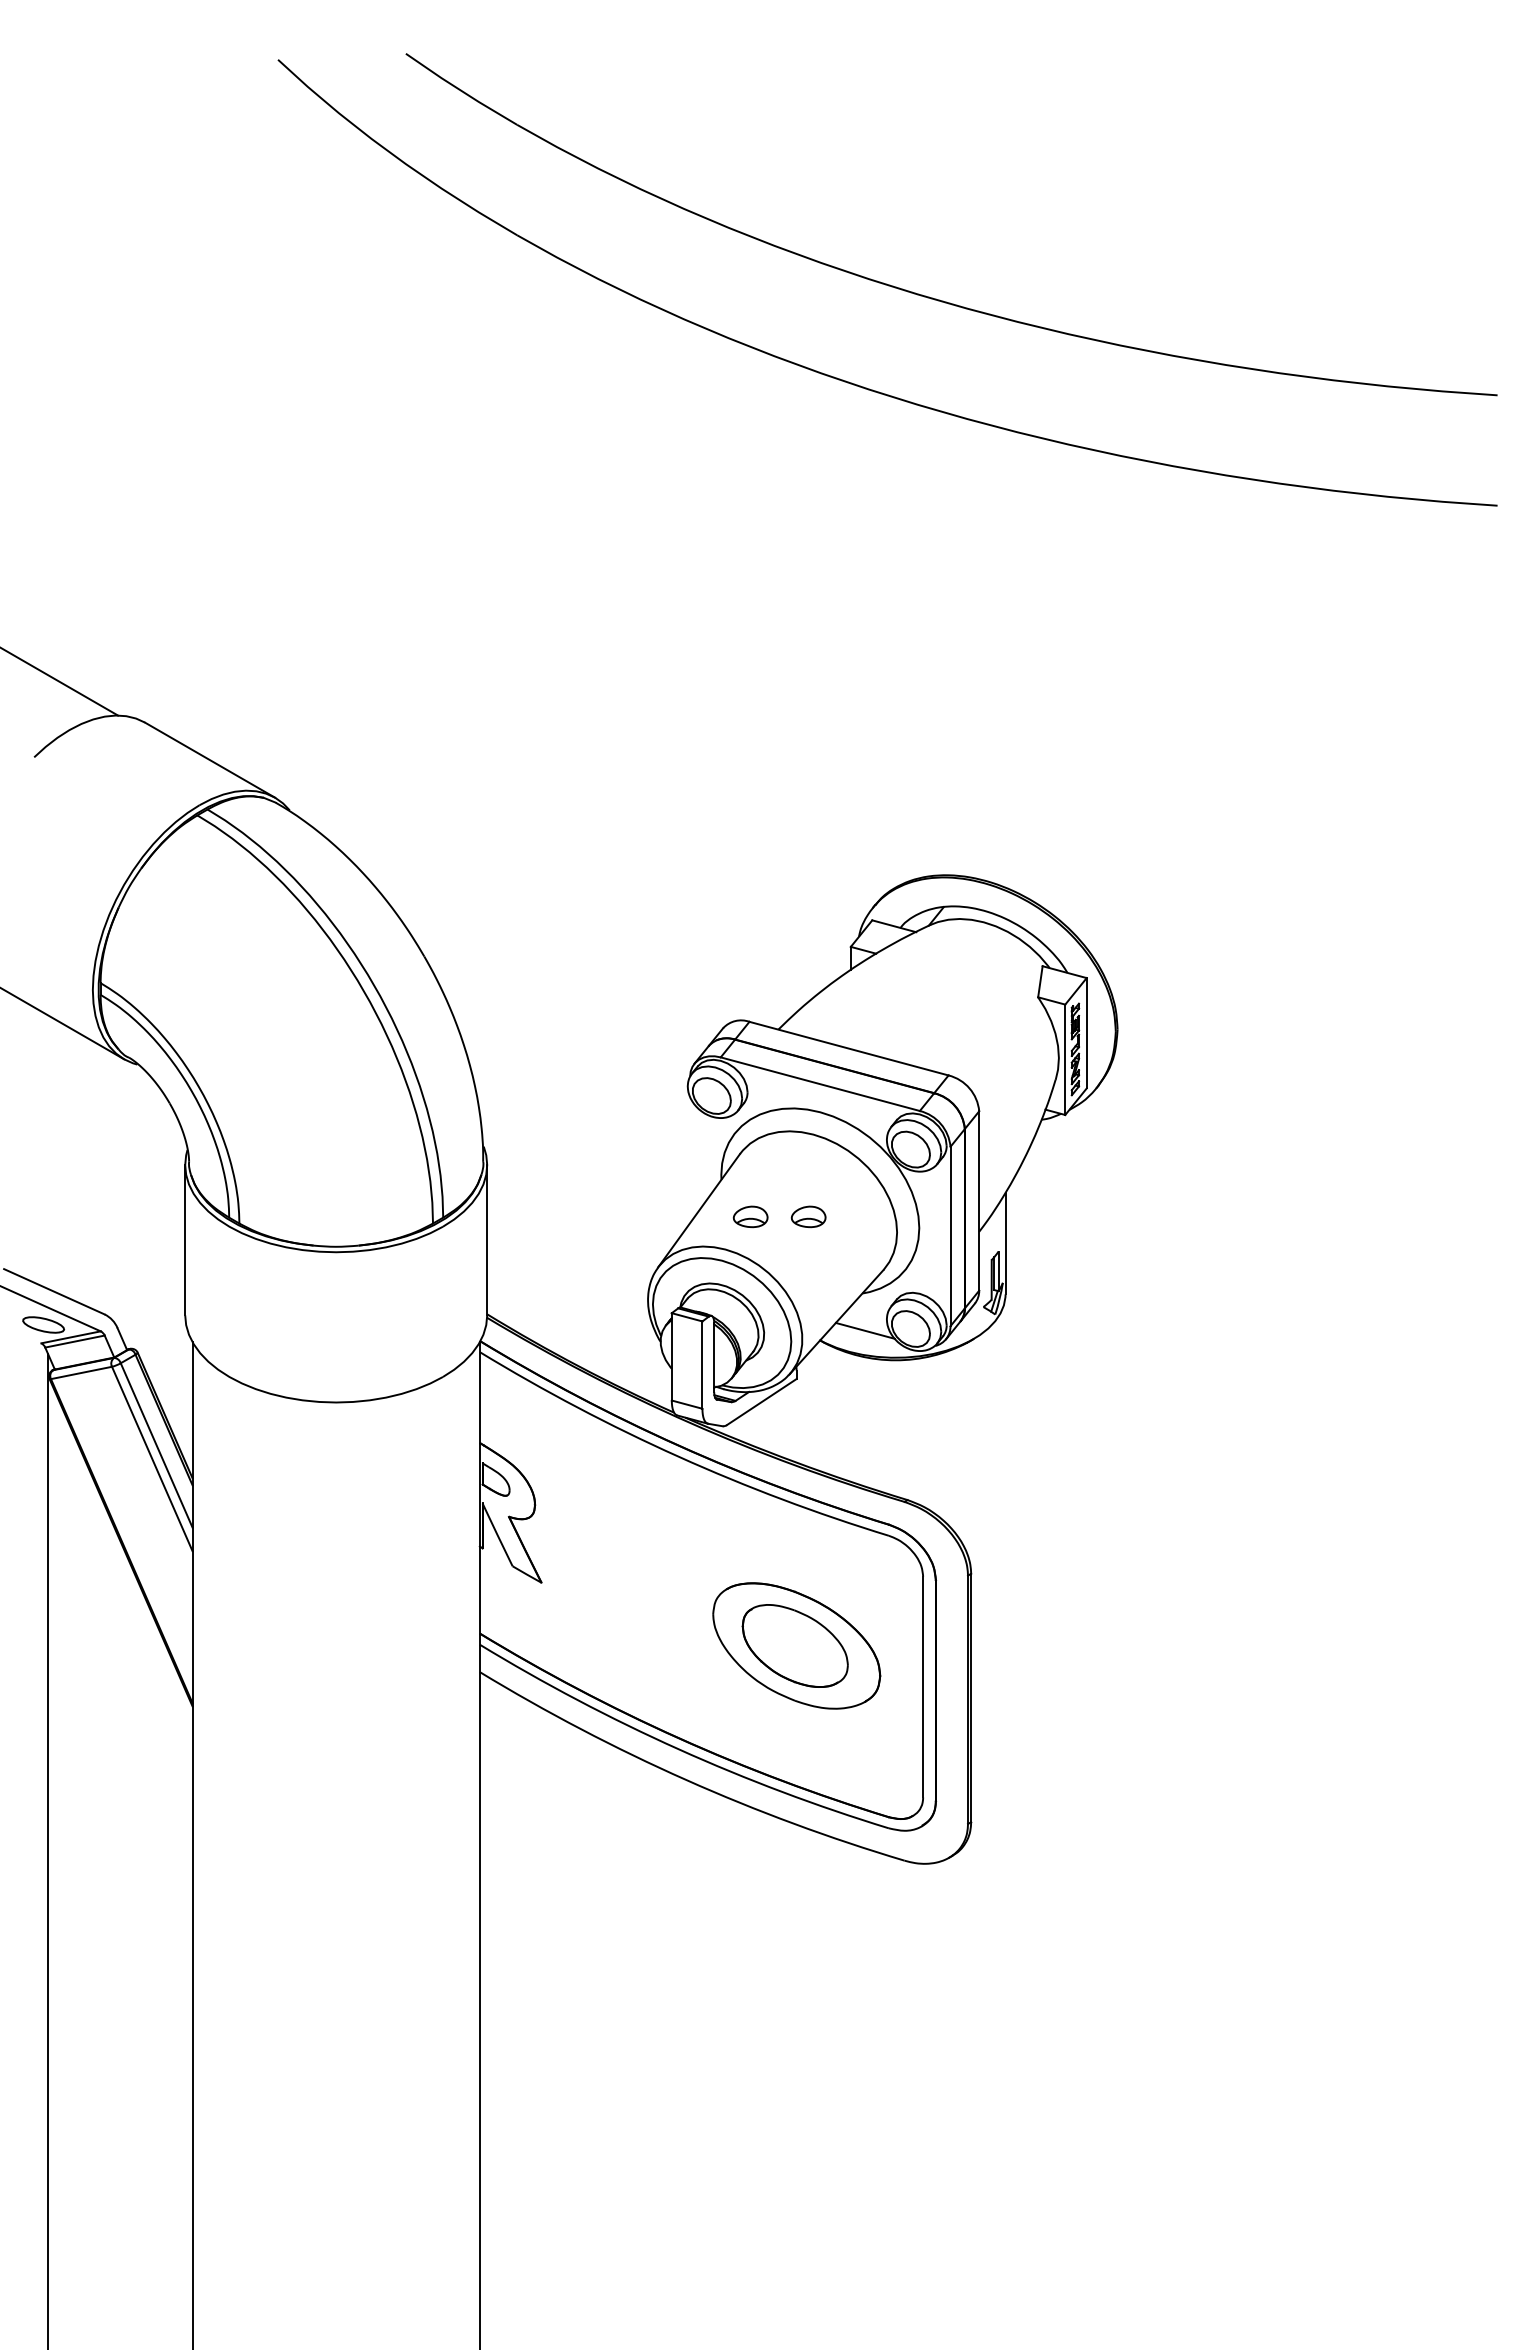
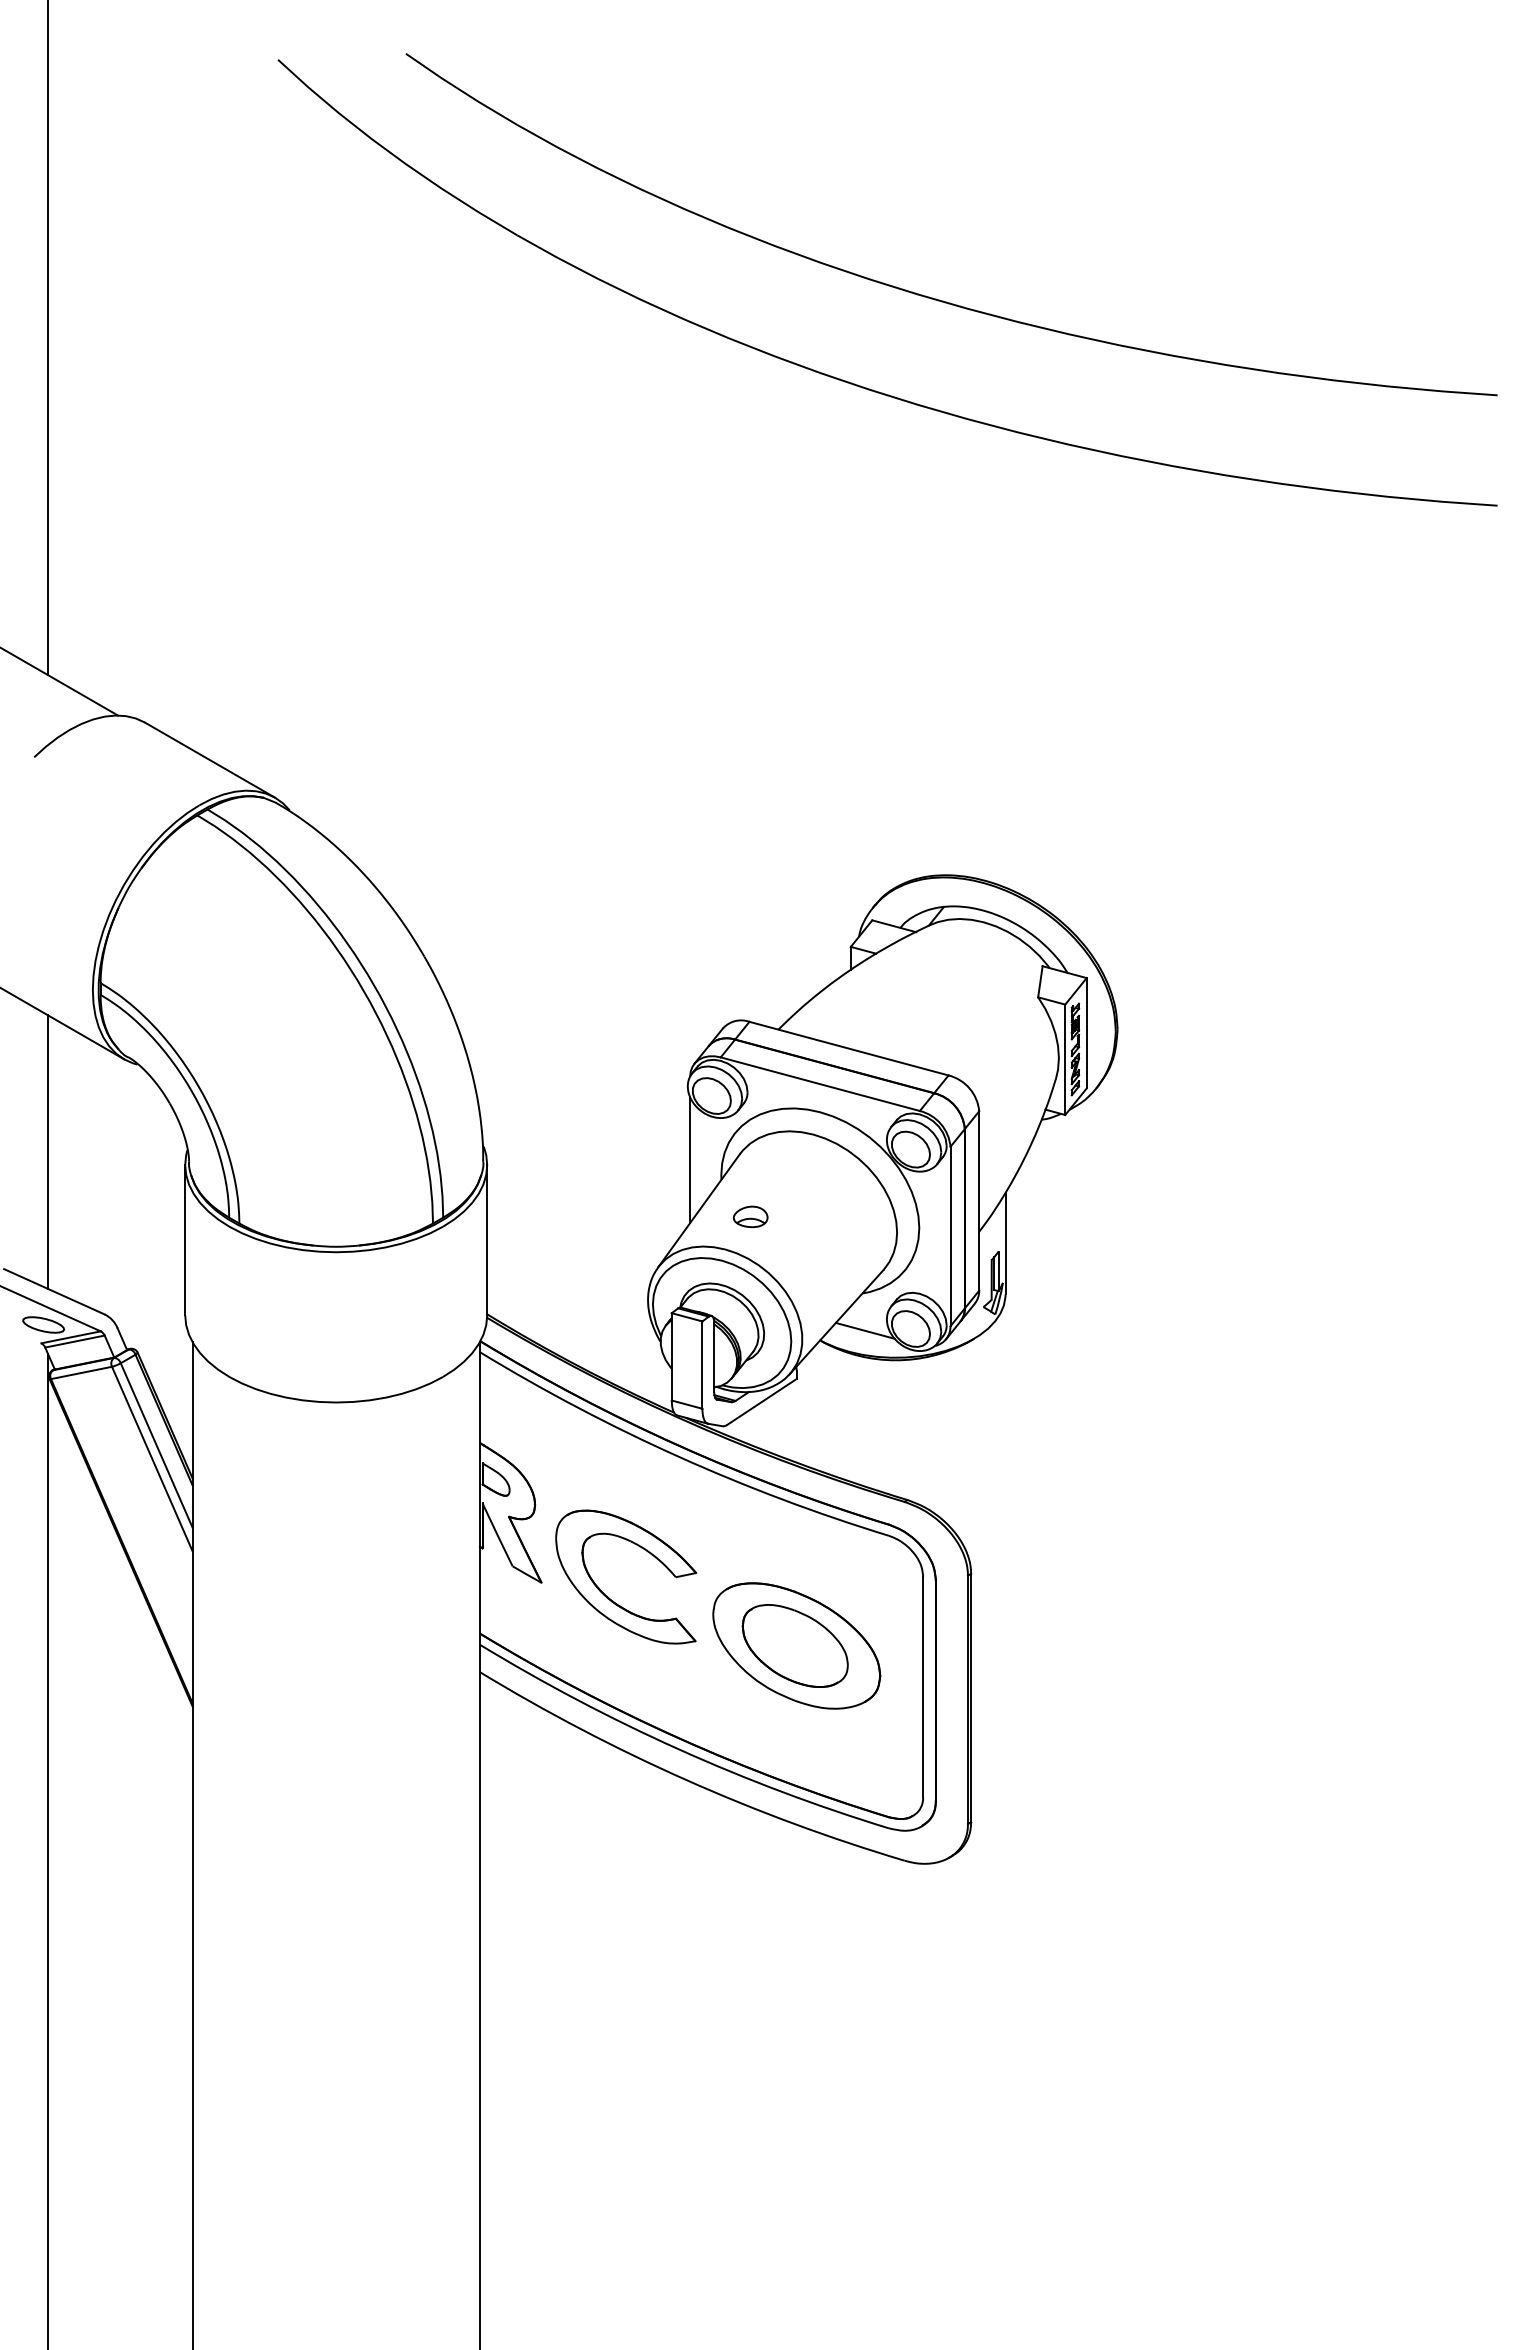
line at (48, 338): none -> present
line at (48, 1151): none -> present
line at (690, 1159): none -> present
part at (808, 1216): present -> none
part at (608, 1596): none -> present
